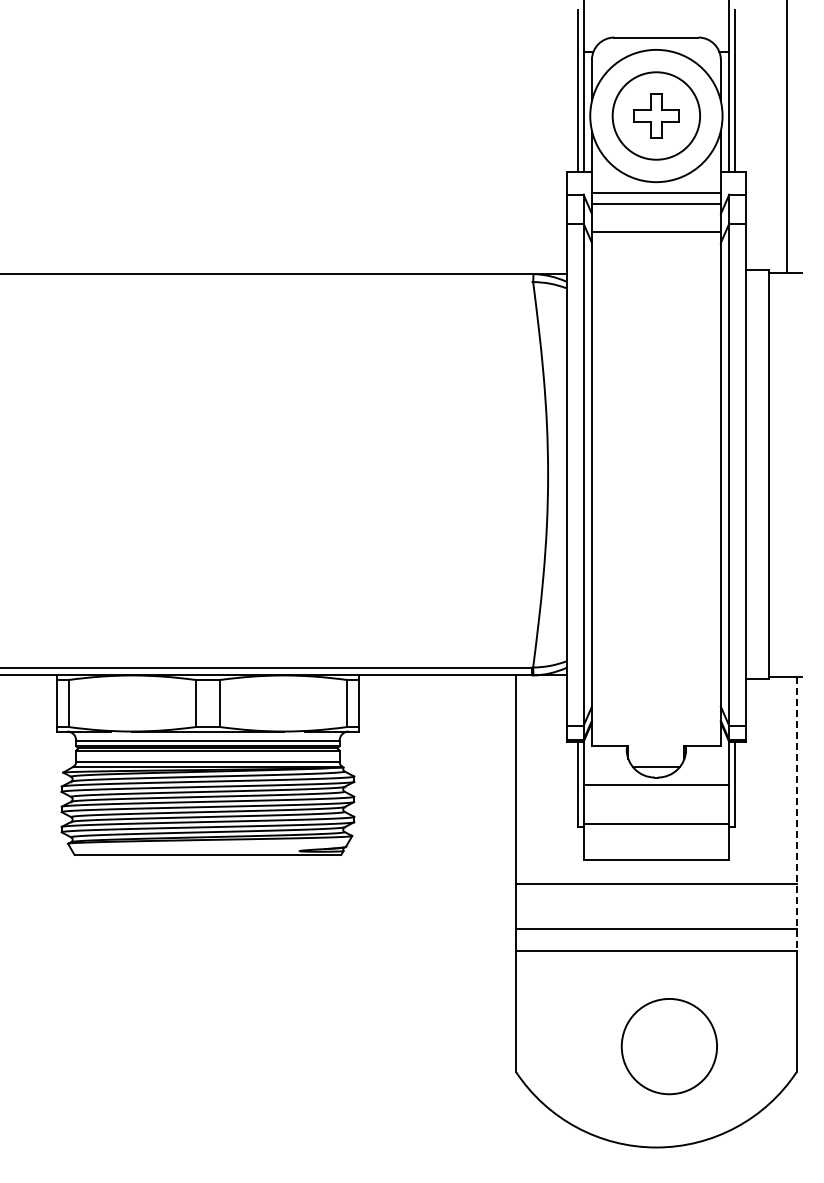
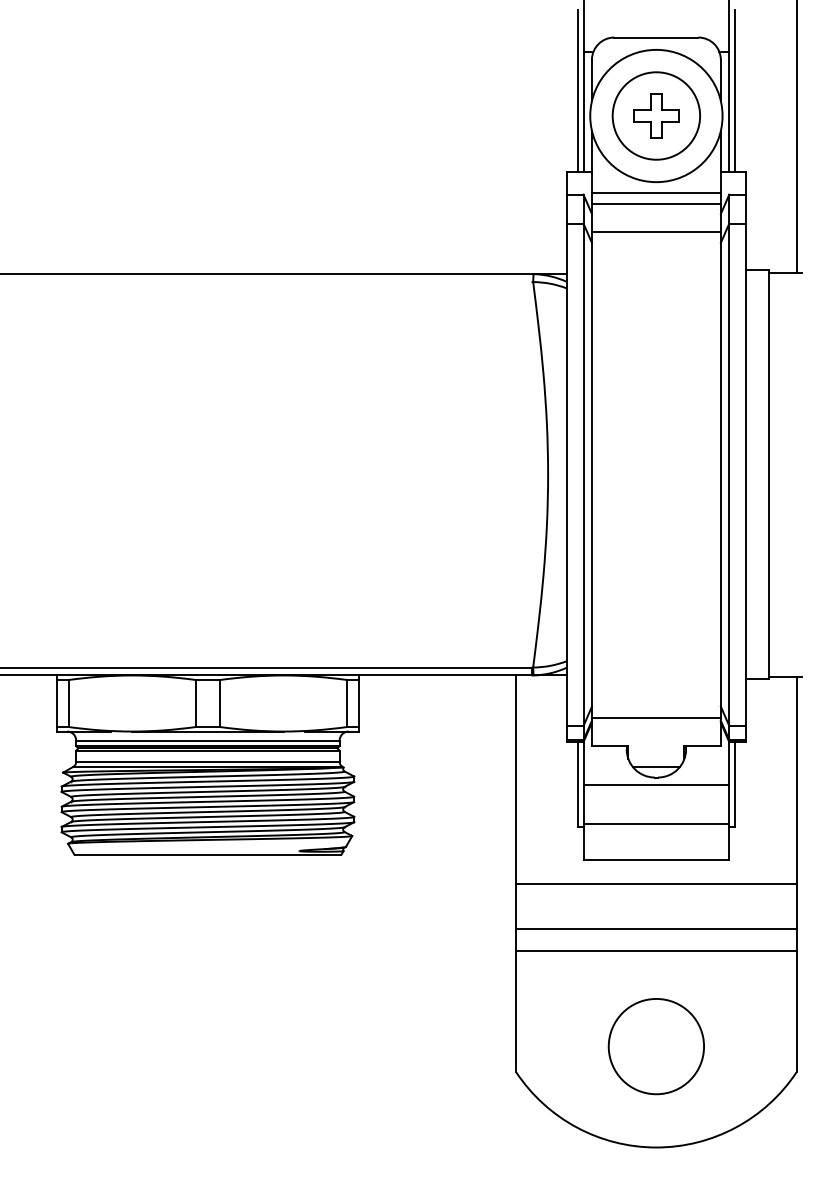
line at (786, 137) position: (786, 137) -> (796, 137)
line at (655, 717): none -> present
line at (796, 814): dashed -> solid
circle at (668, 1046) position: (668, 1046) -> (655, 1046)
